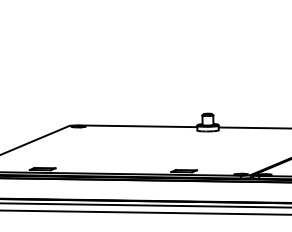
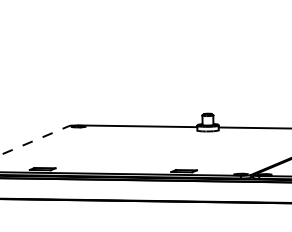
line at (35, 140): solid -> dashed
line at (145, 205): present -> none
line at (145, 212): present -> none
